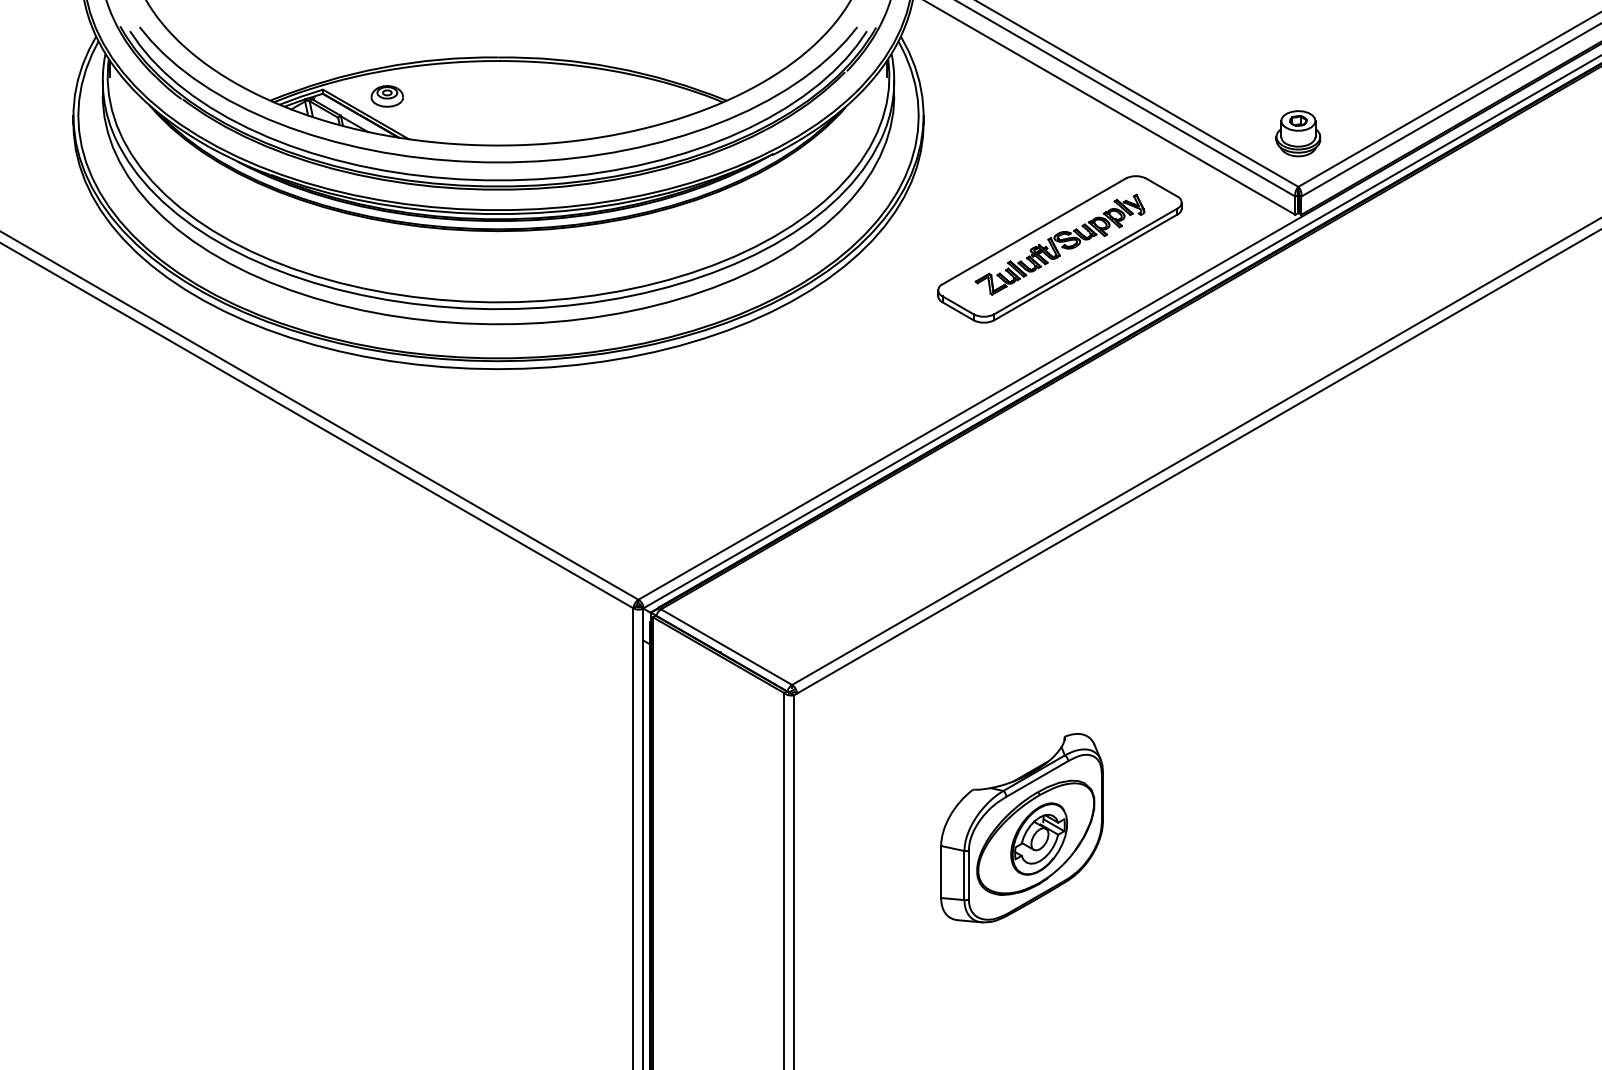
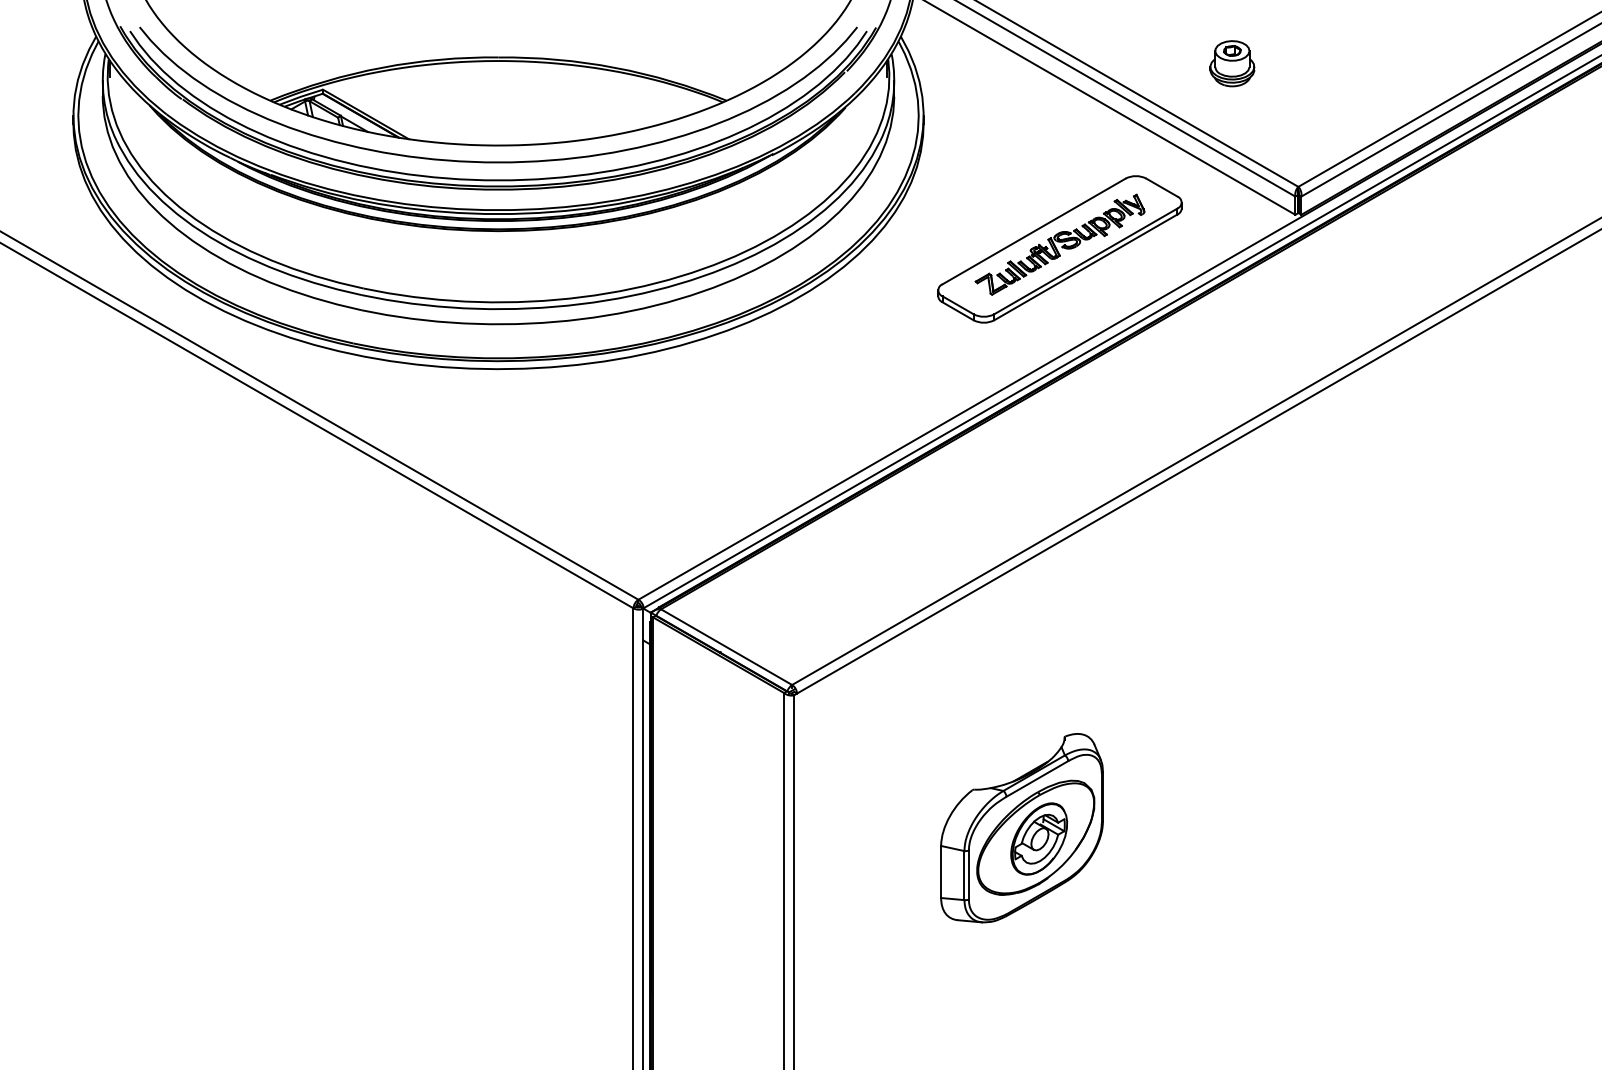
part at (386, 96): present -> none
part at (1298, 133) position: (1298, 133) -> (1232, 63)
